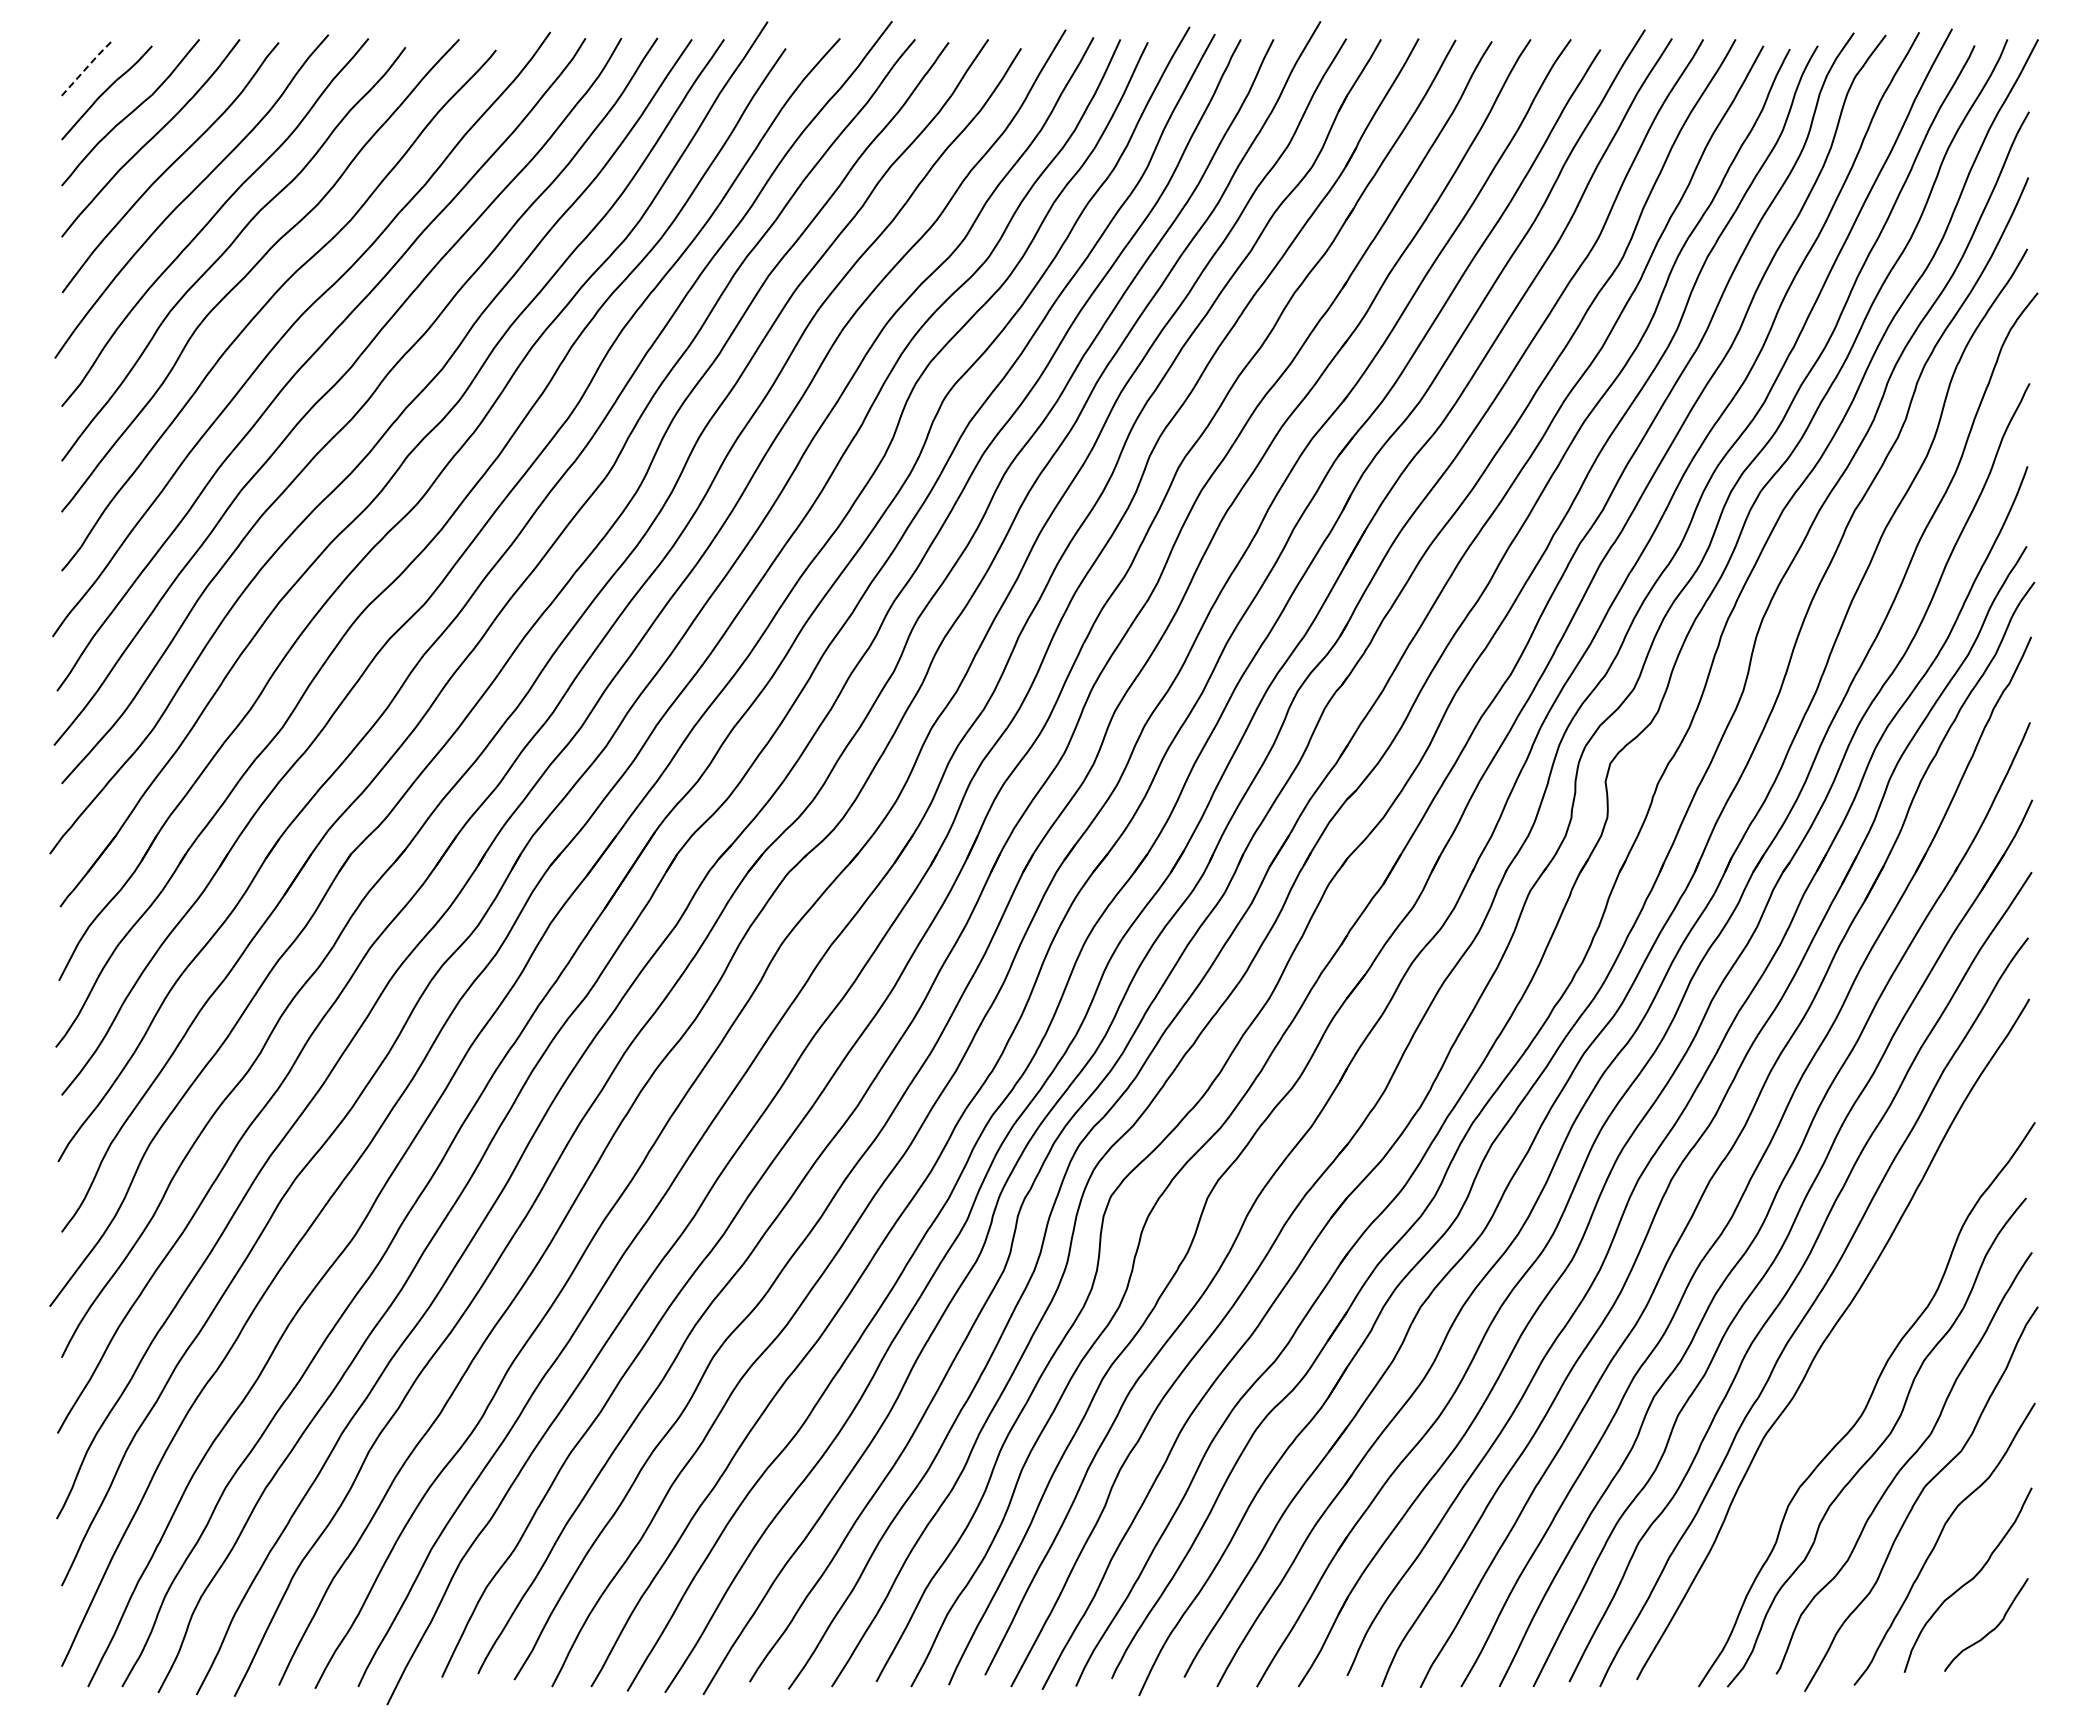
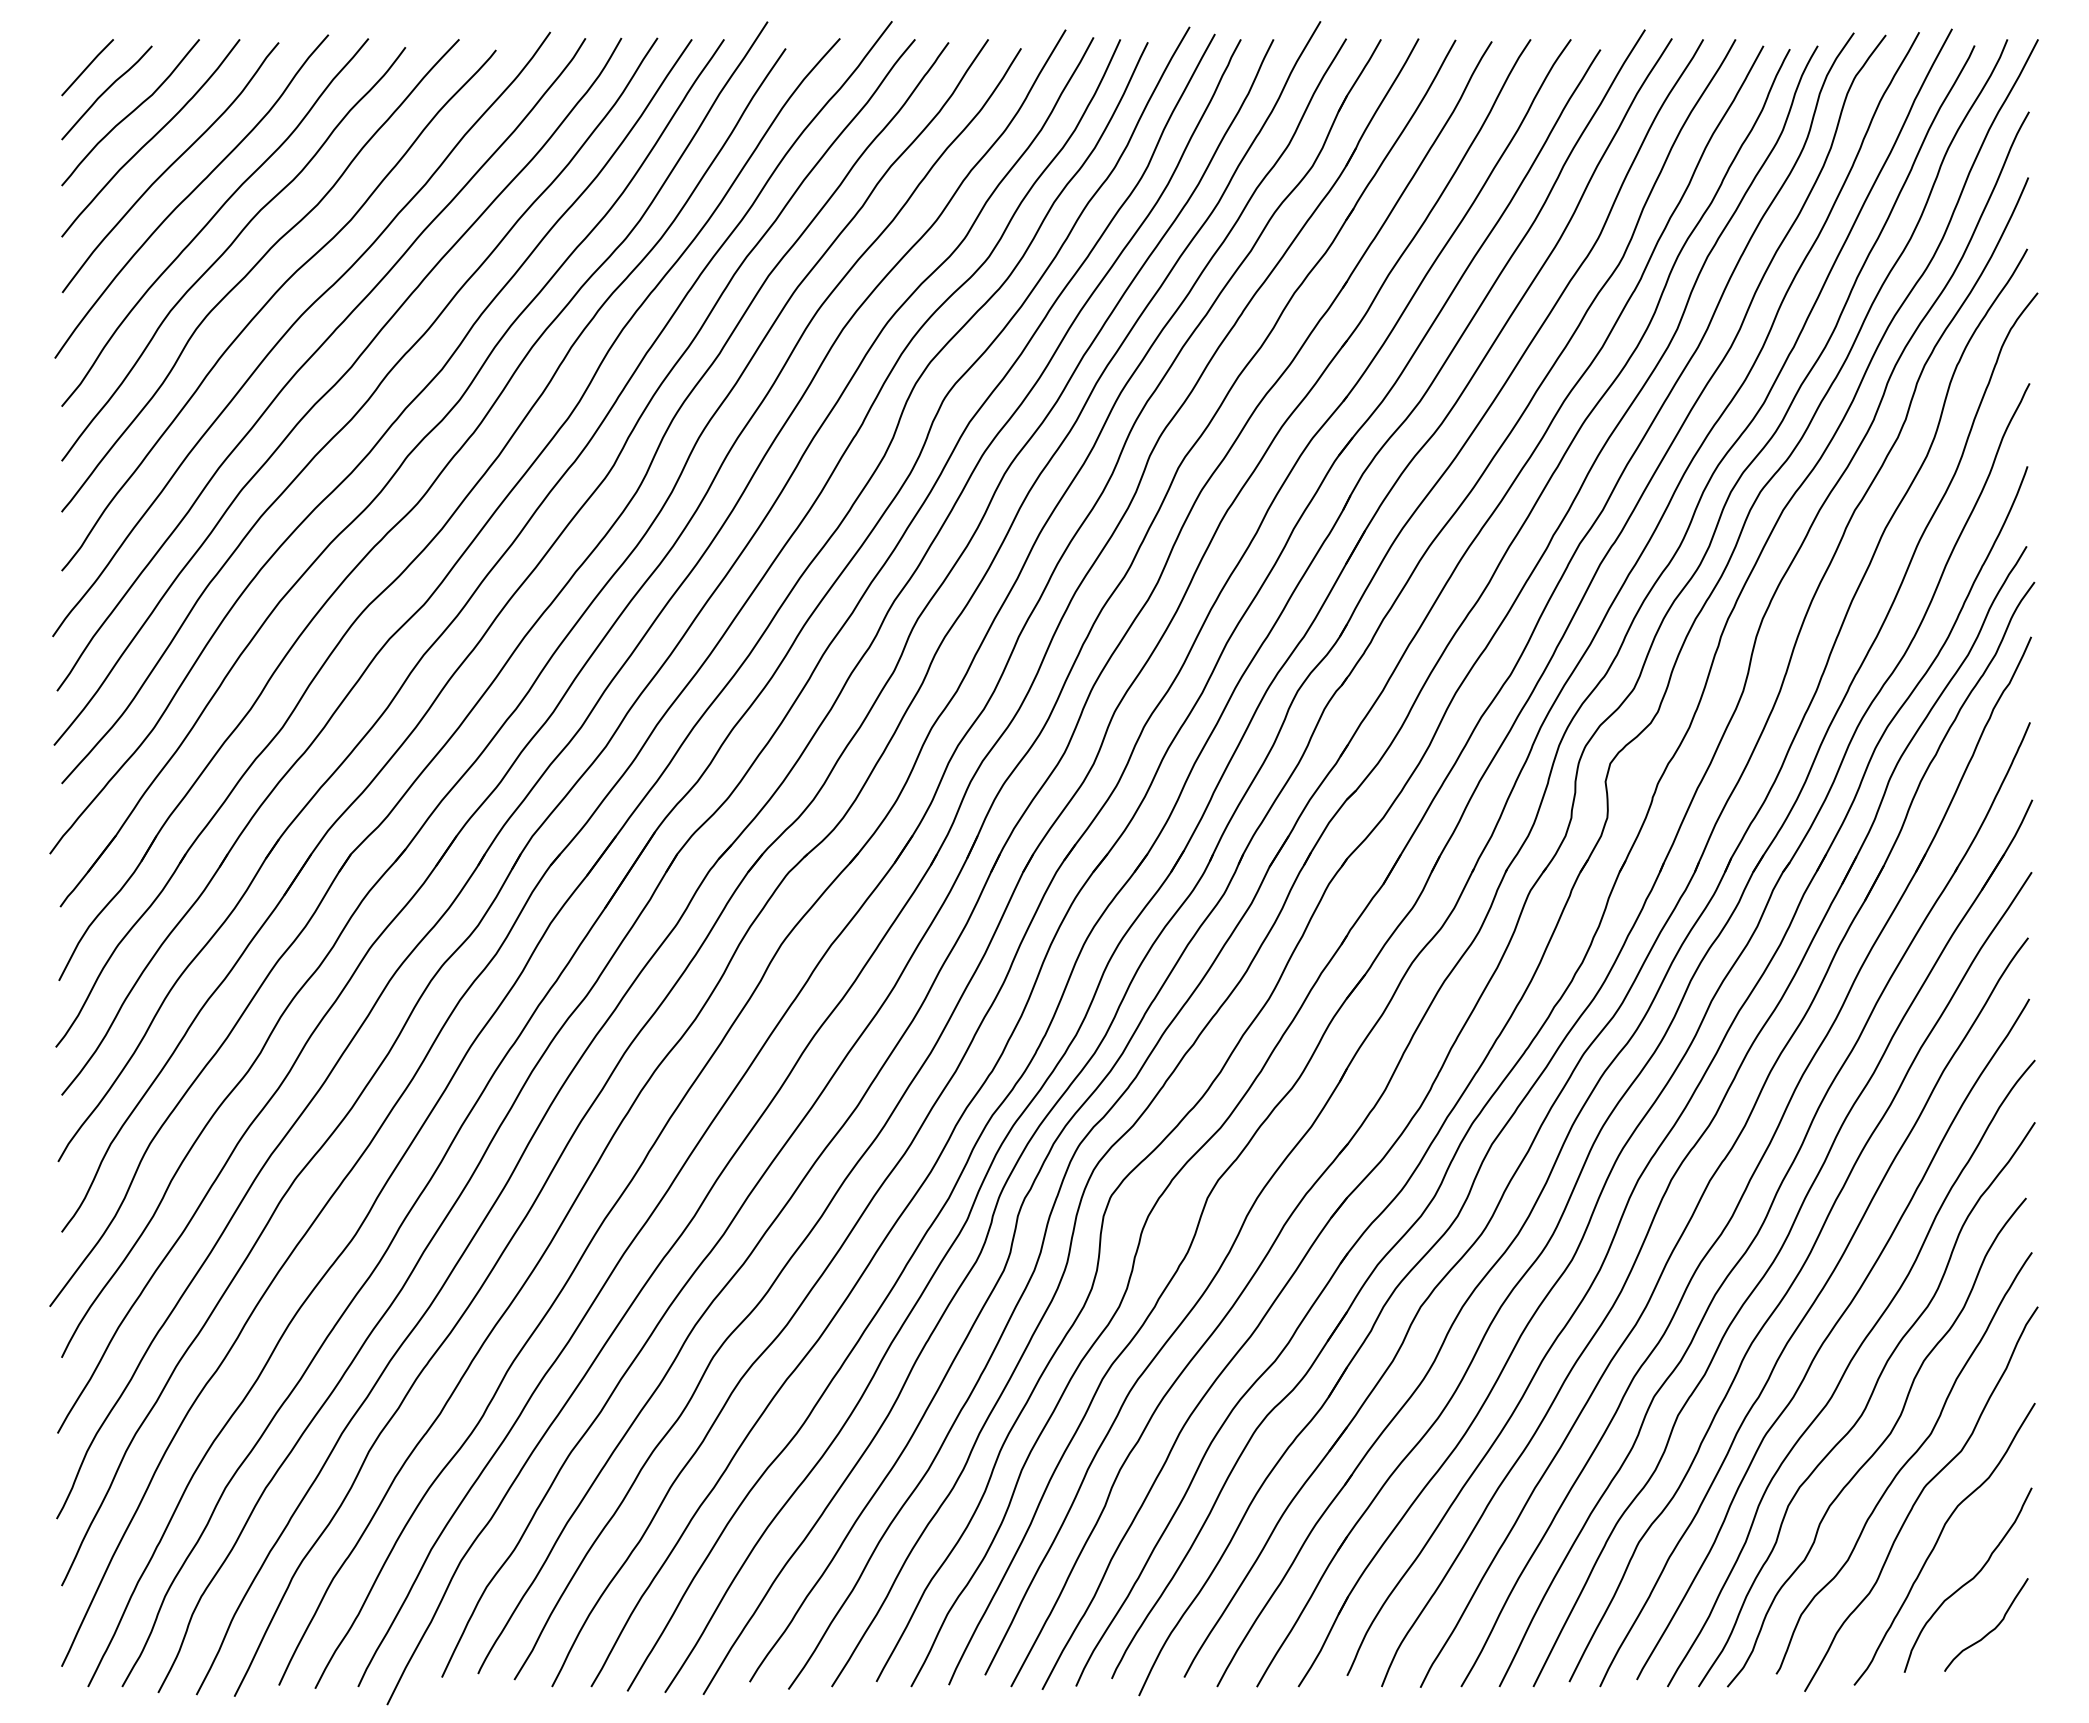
line at (88, 66): dashed -> solid
curve at (1846, 1371): none -> present
